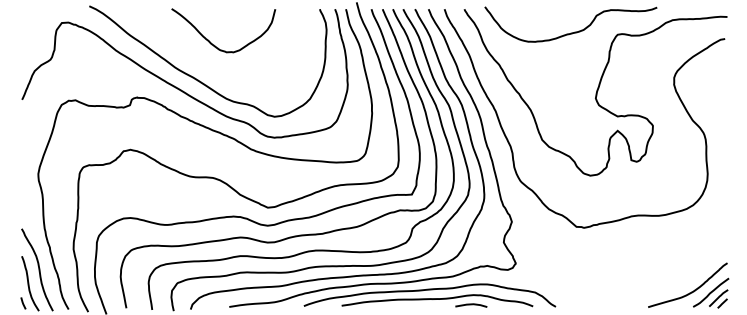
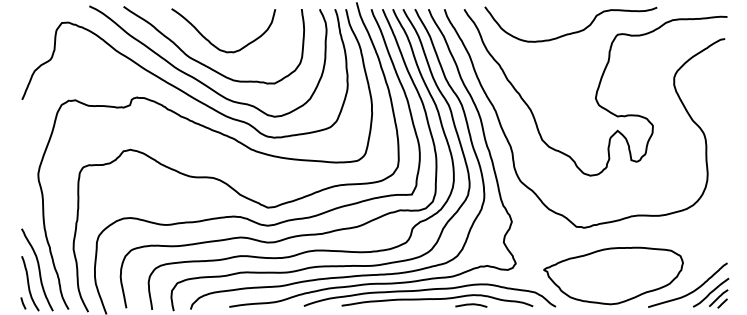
curve at (203, 63): none -> present
part at (613, 275): none -> present
